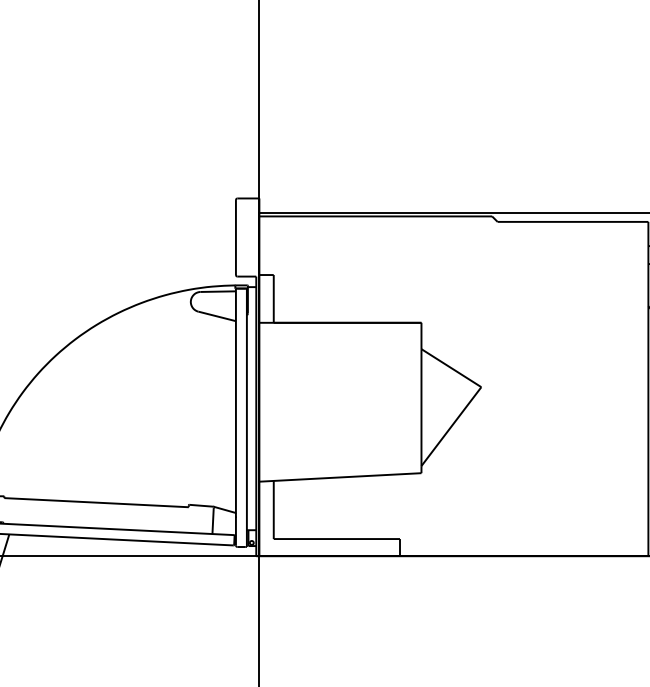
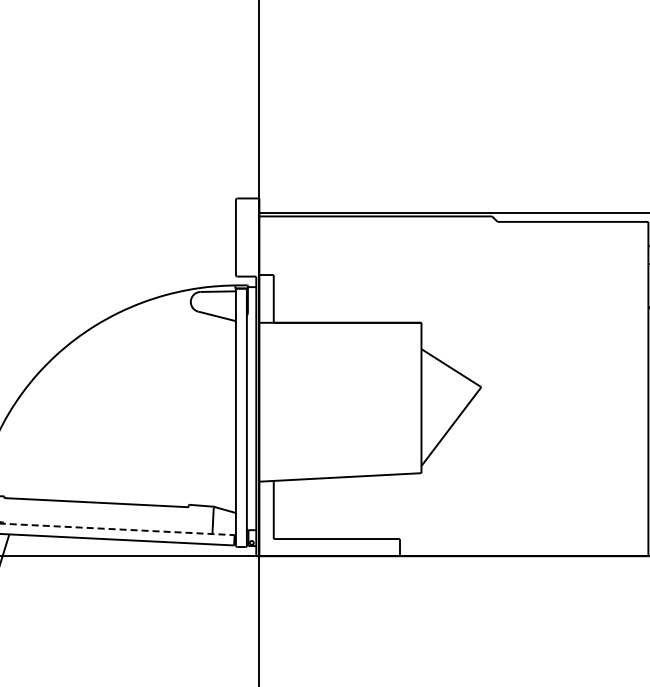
line at (118, 529): solid -> dashed
